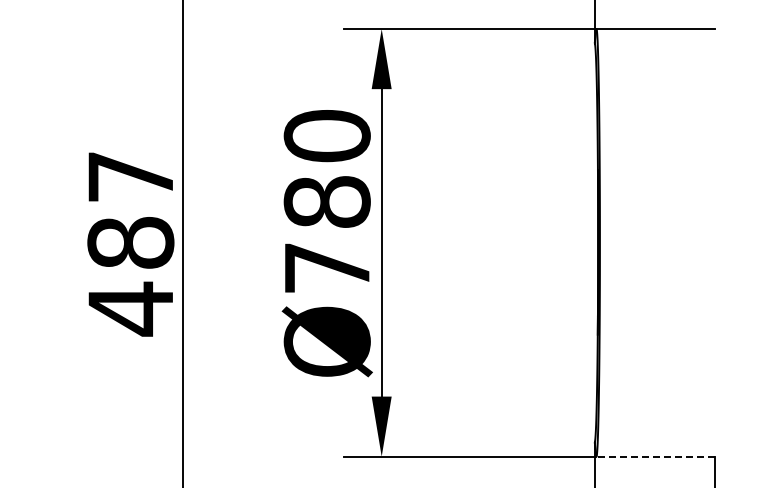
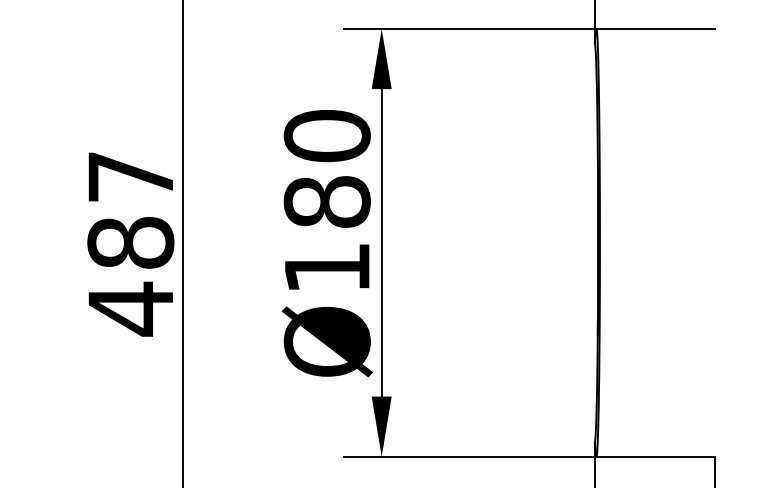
text at (327, 267): Ø780 -> Ø180
line at (655, 456): dashed -> solid
